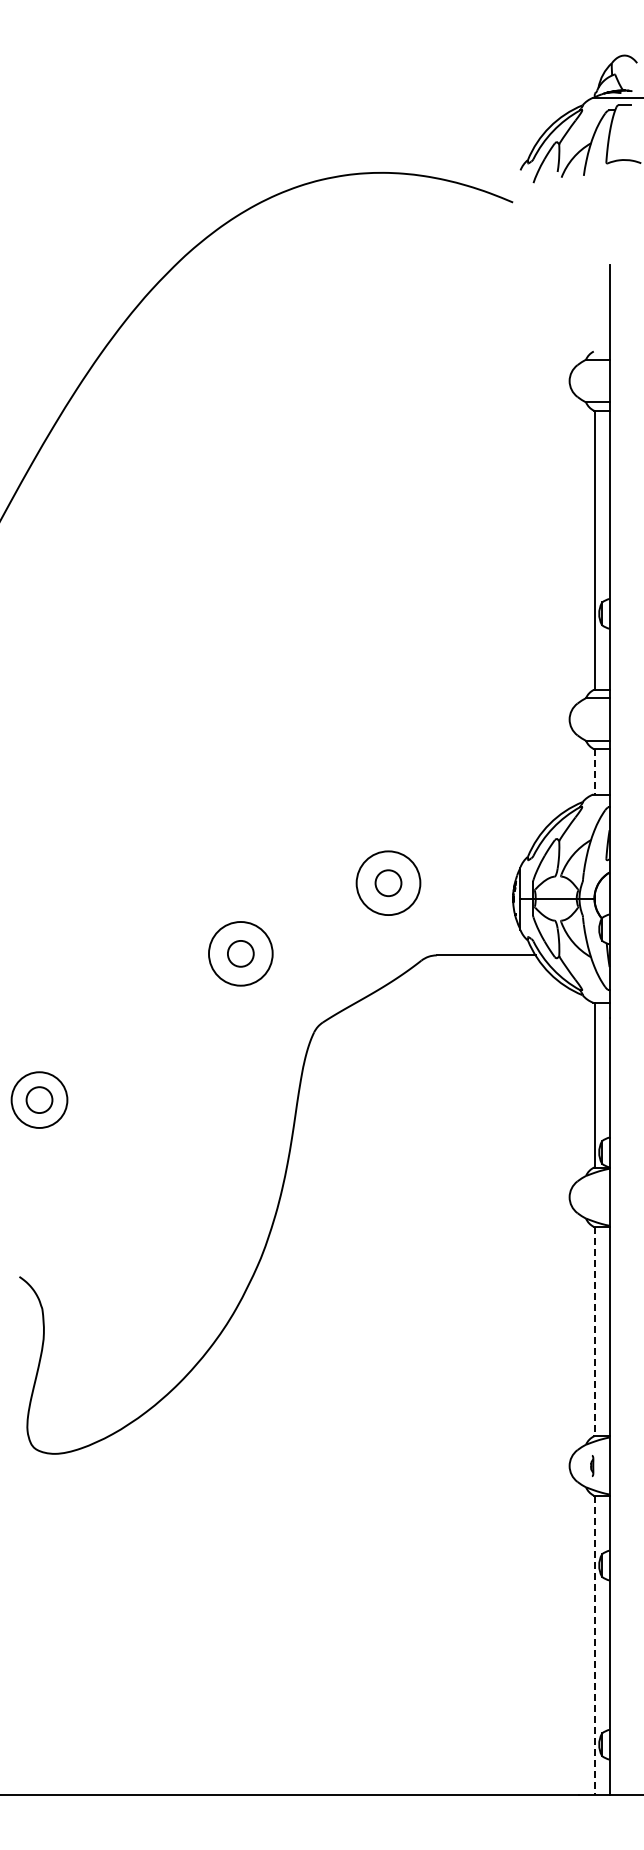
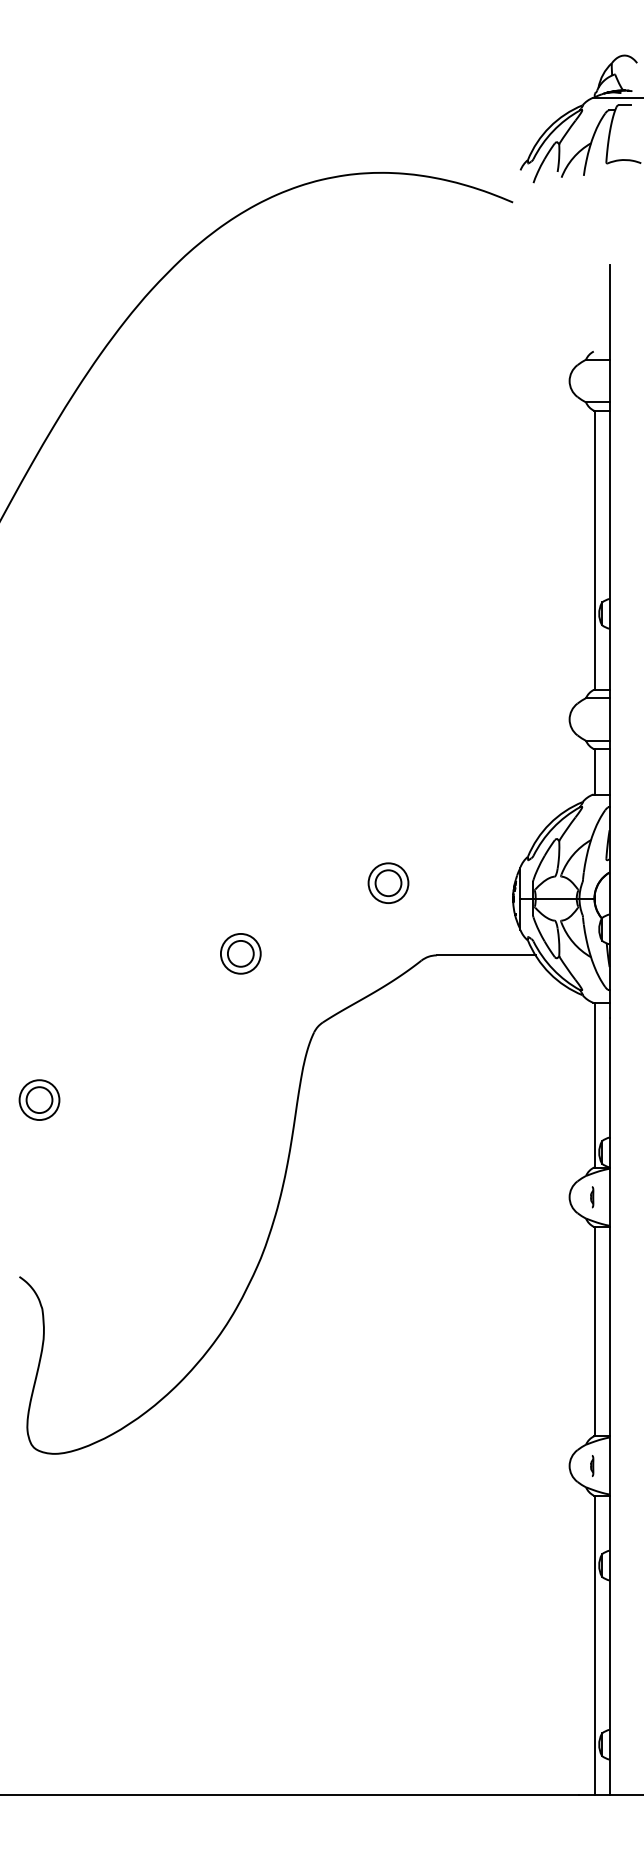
line at (594, 771): dashed -> solid
circle at (388, 883) diameter: 64 px -> 40 px
circle at (240, 953) diameter: 64 px -> 40 px
circle at (39, 1099) diameter: 56 px -> 40 px
line at (592, 1197): none -> present
line at (594, 1331): dashed -> solid
line at (594, 1645): dashed -> solid
